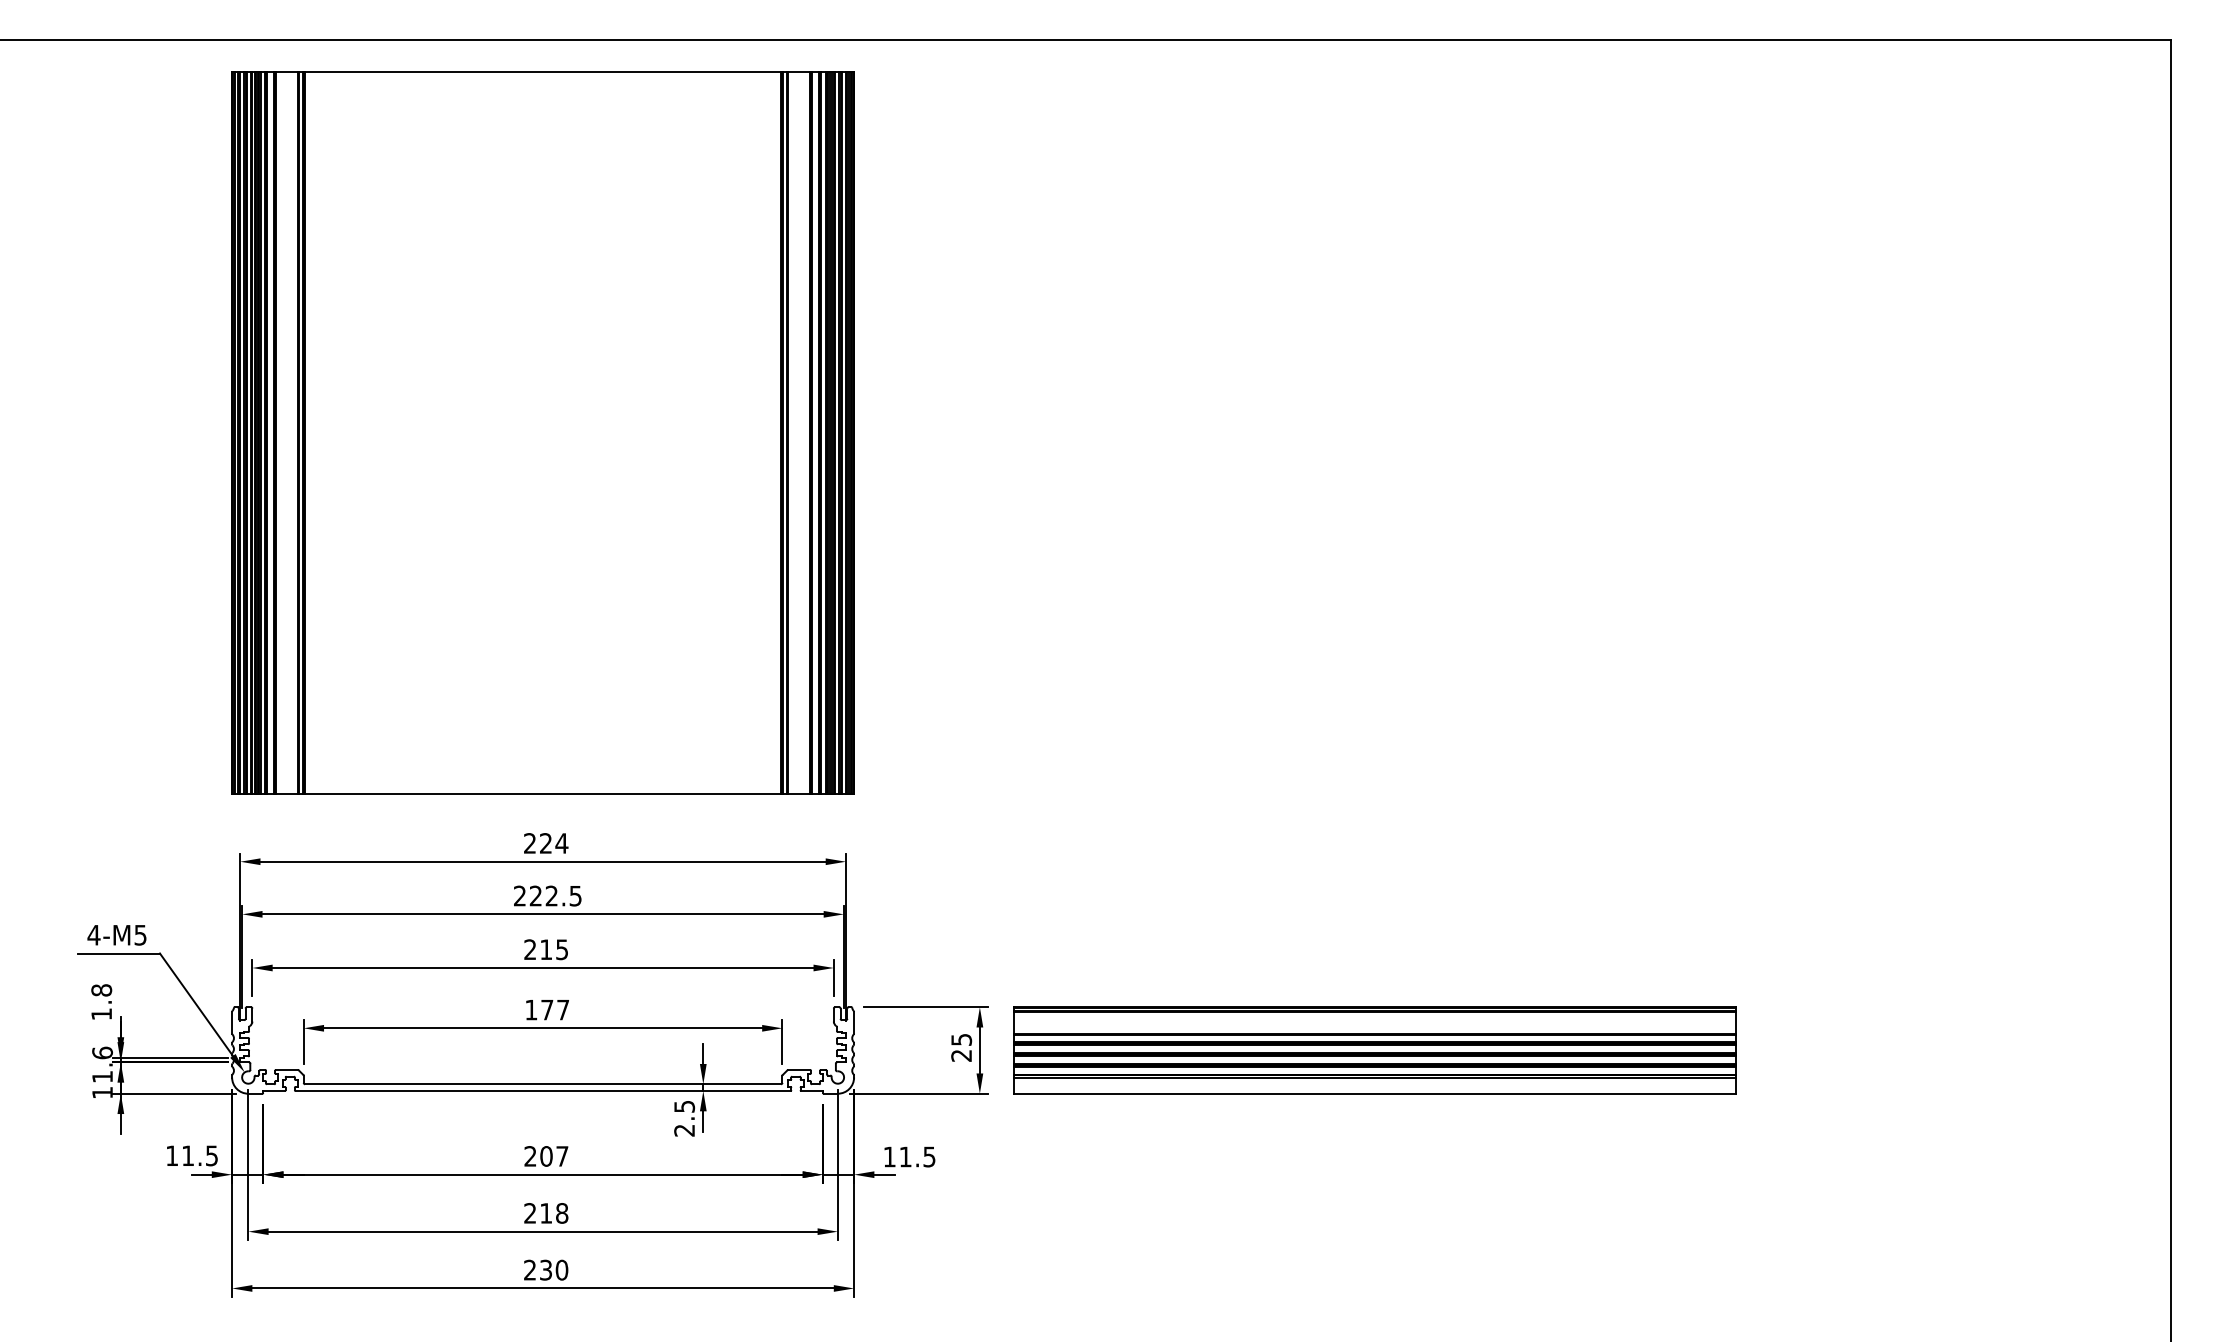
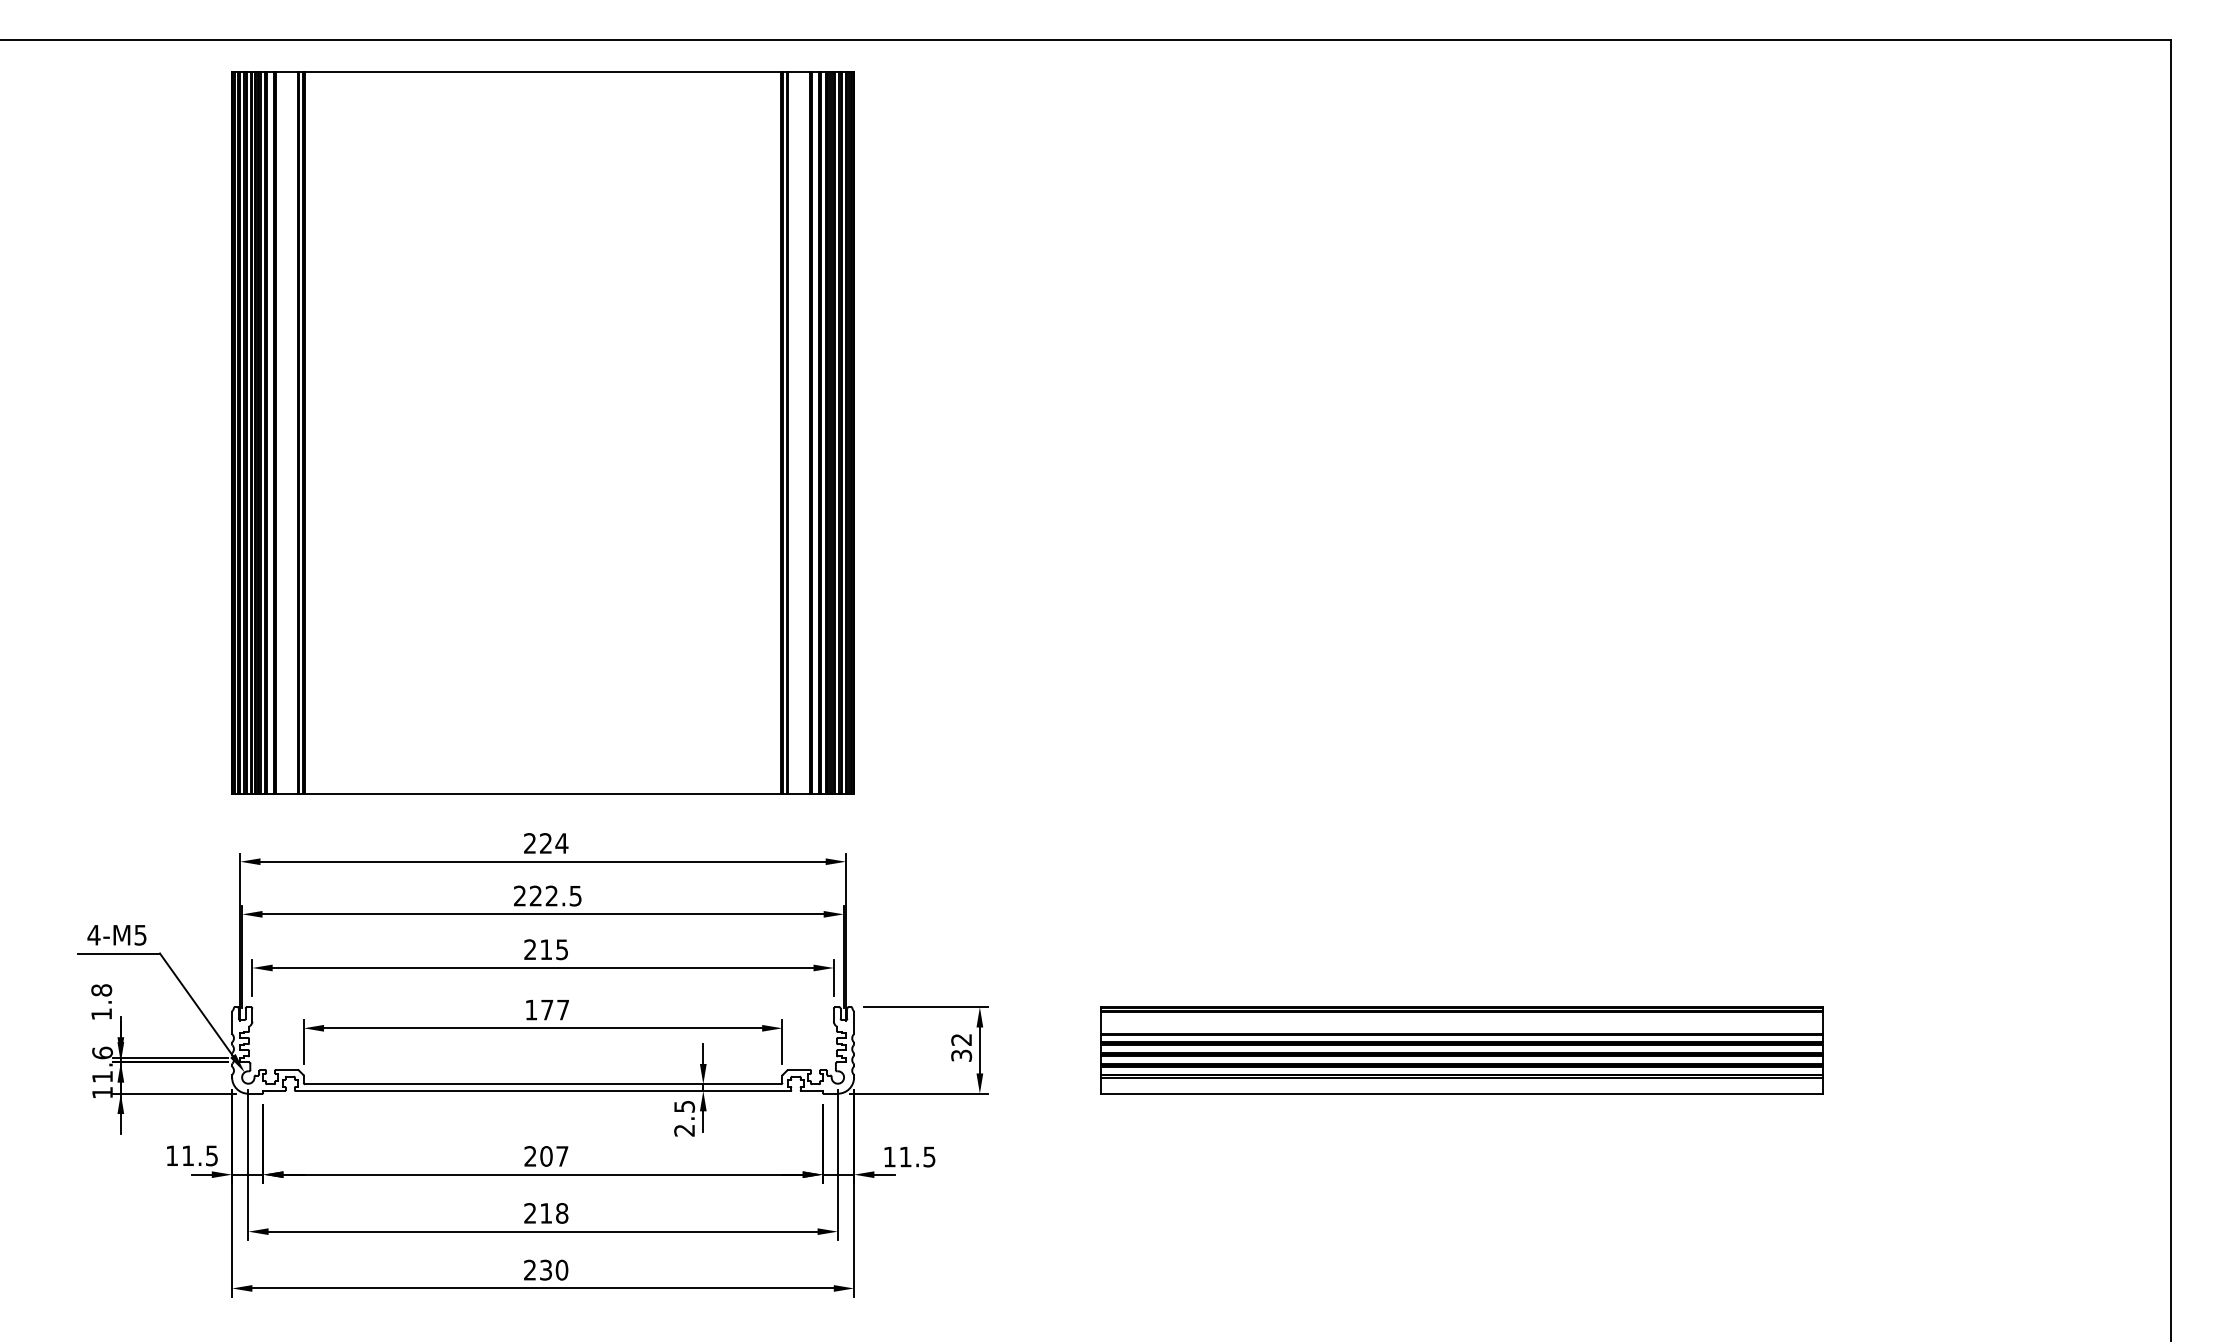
text at (961, 1047): 25 -> 32
part at (1374, 1050) position: (1374, 1050) -> (1461, 1050)
